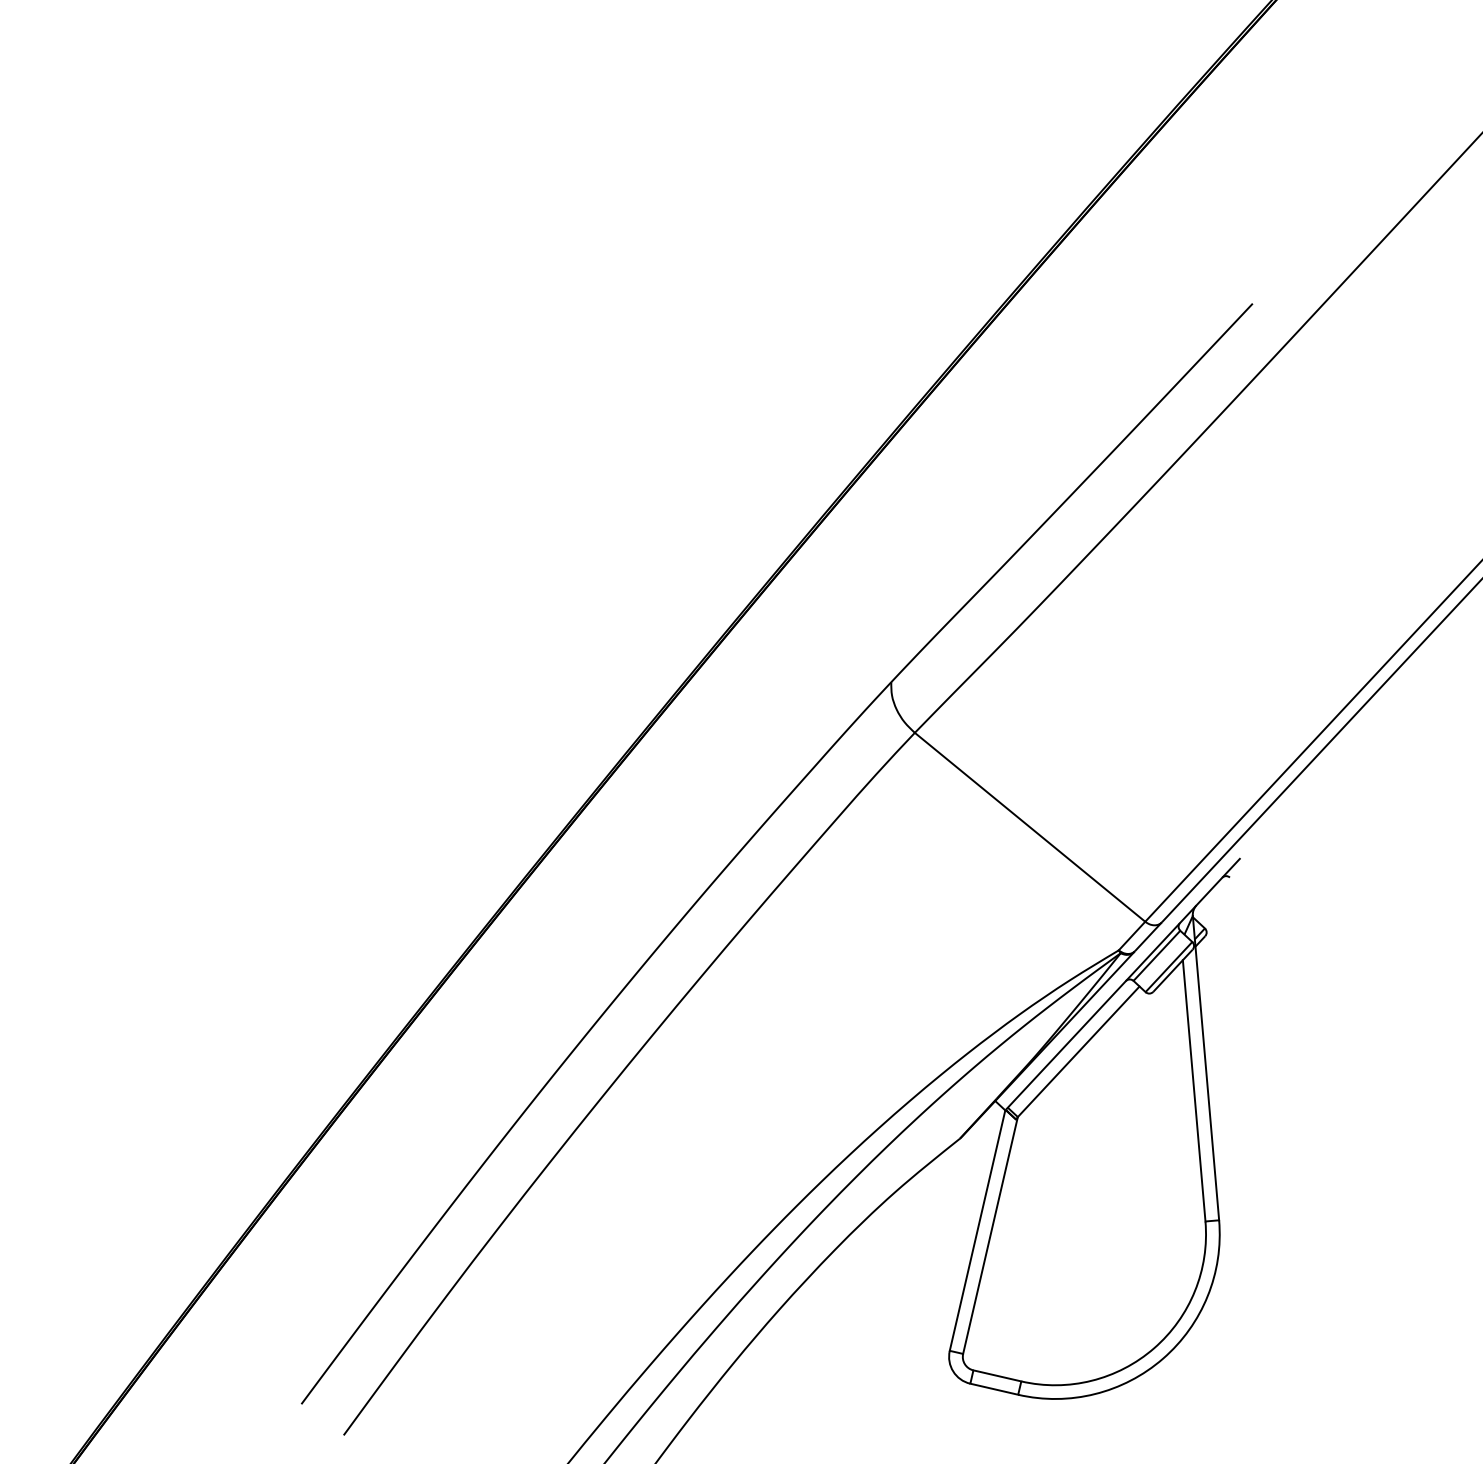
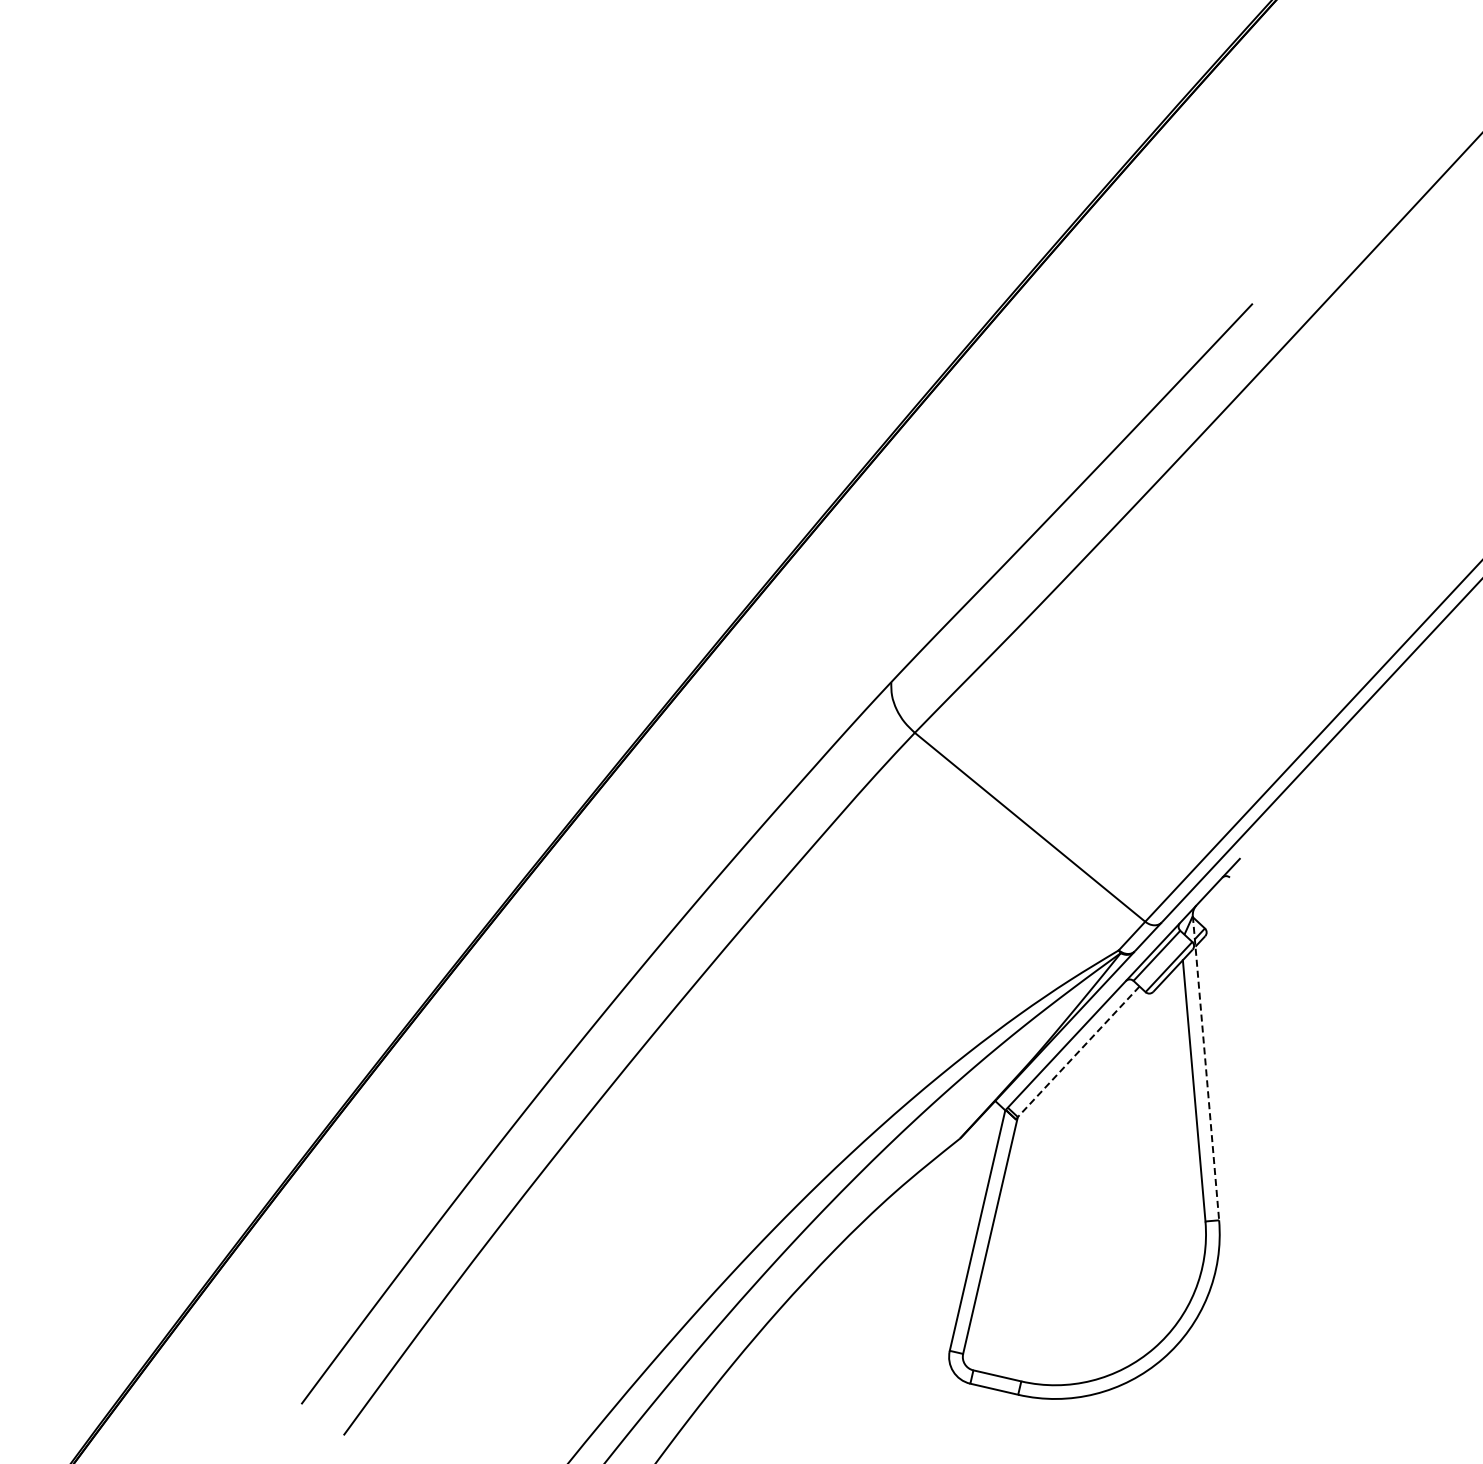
line at (1078, 1052): solid -> dashed
line at (1205, 1068): solid -> dashed
